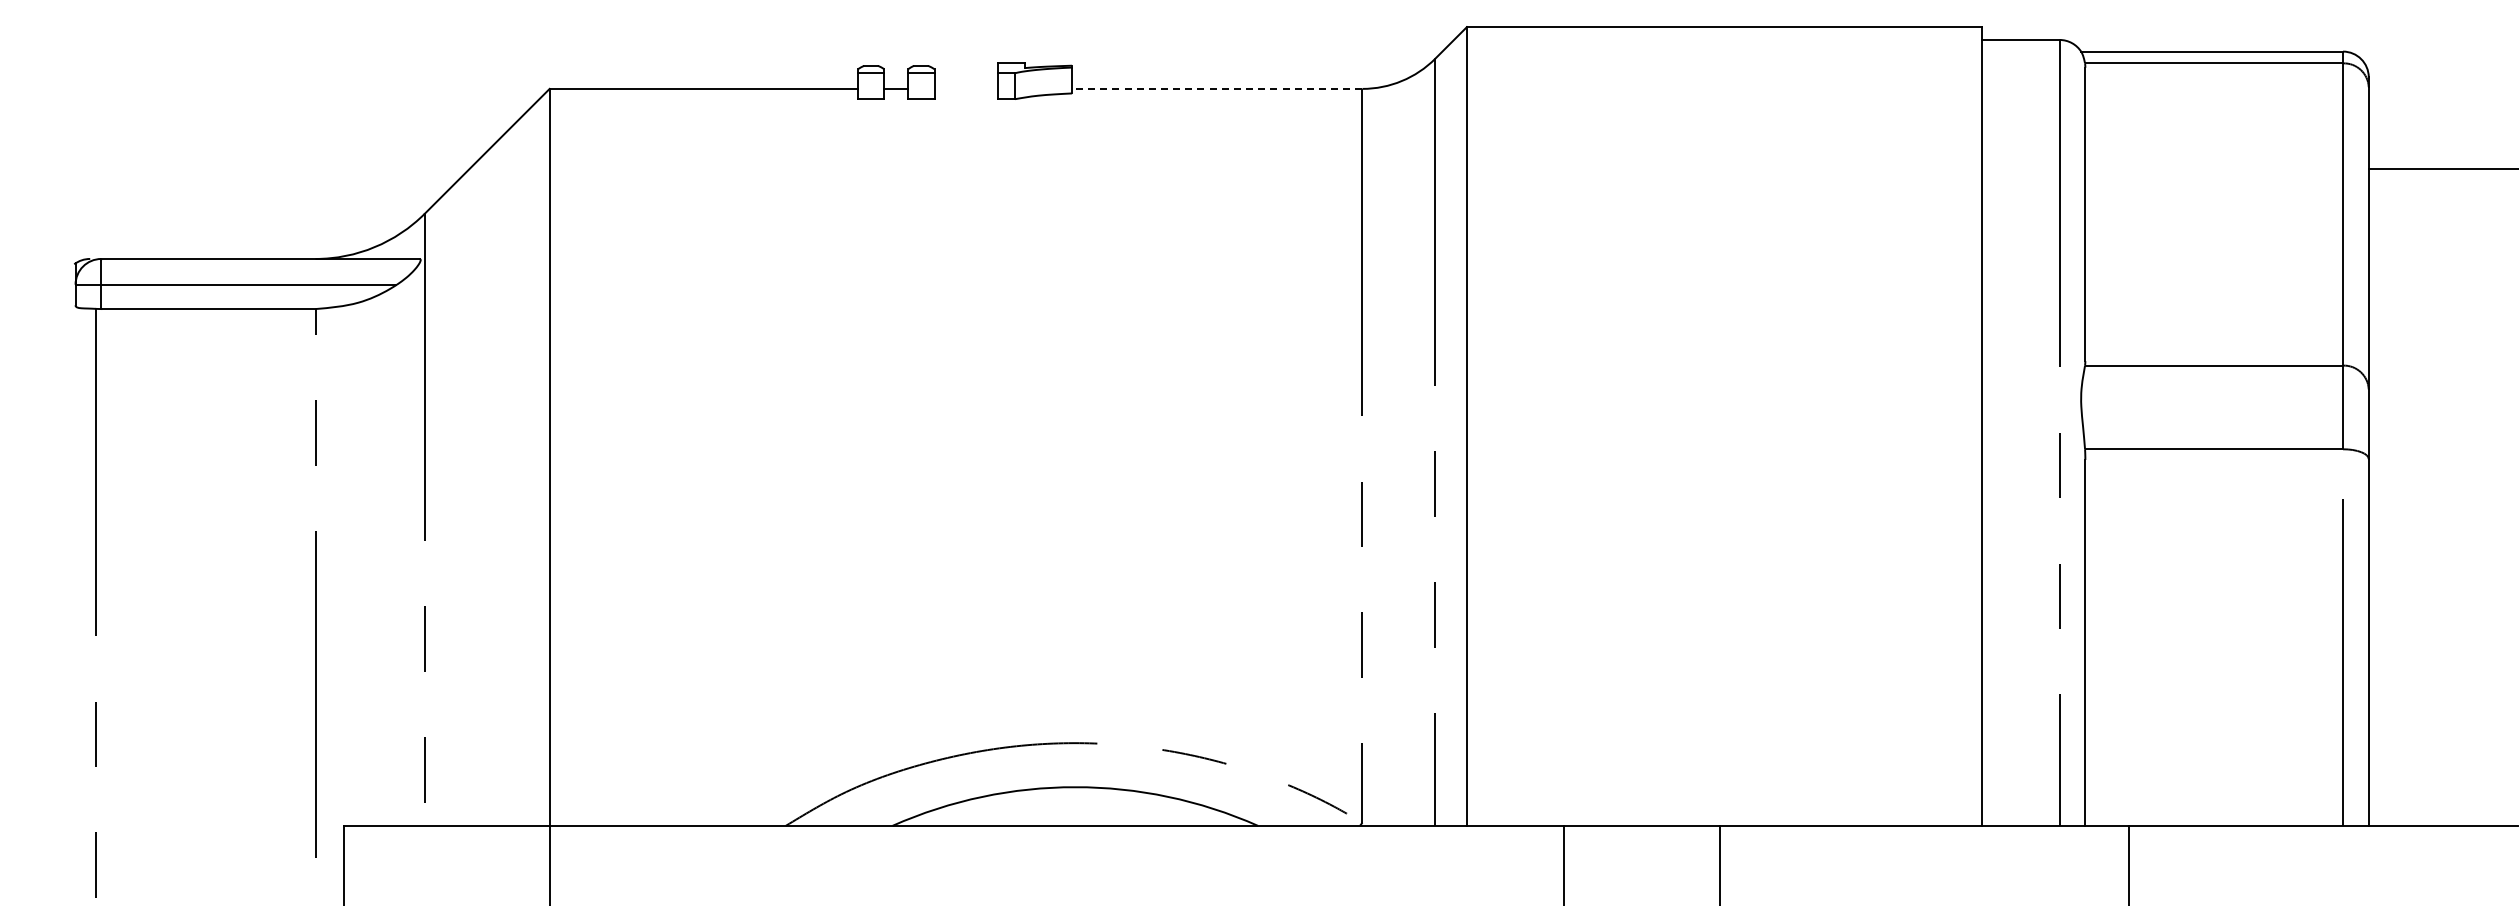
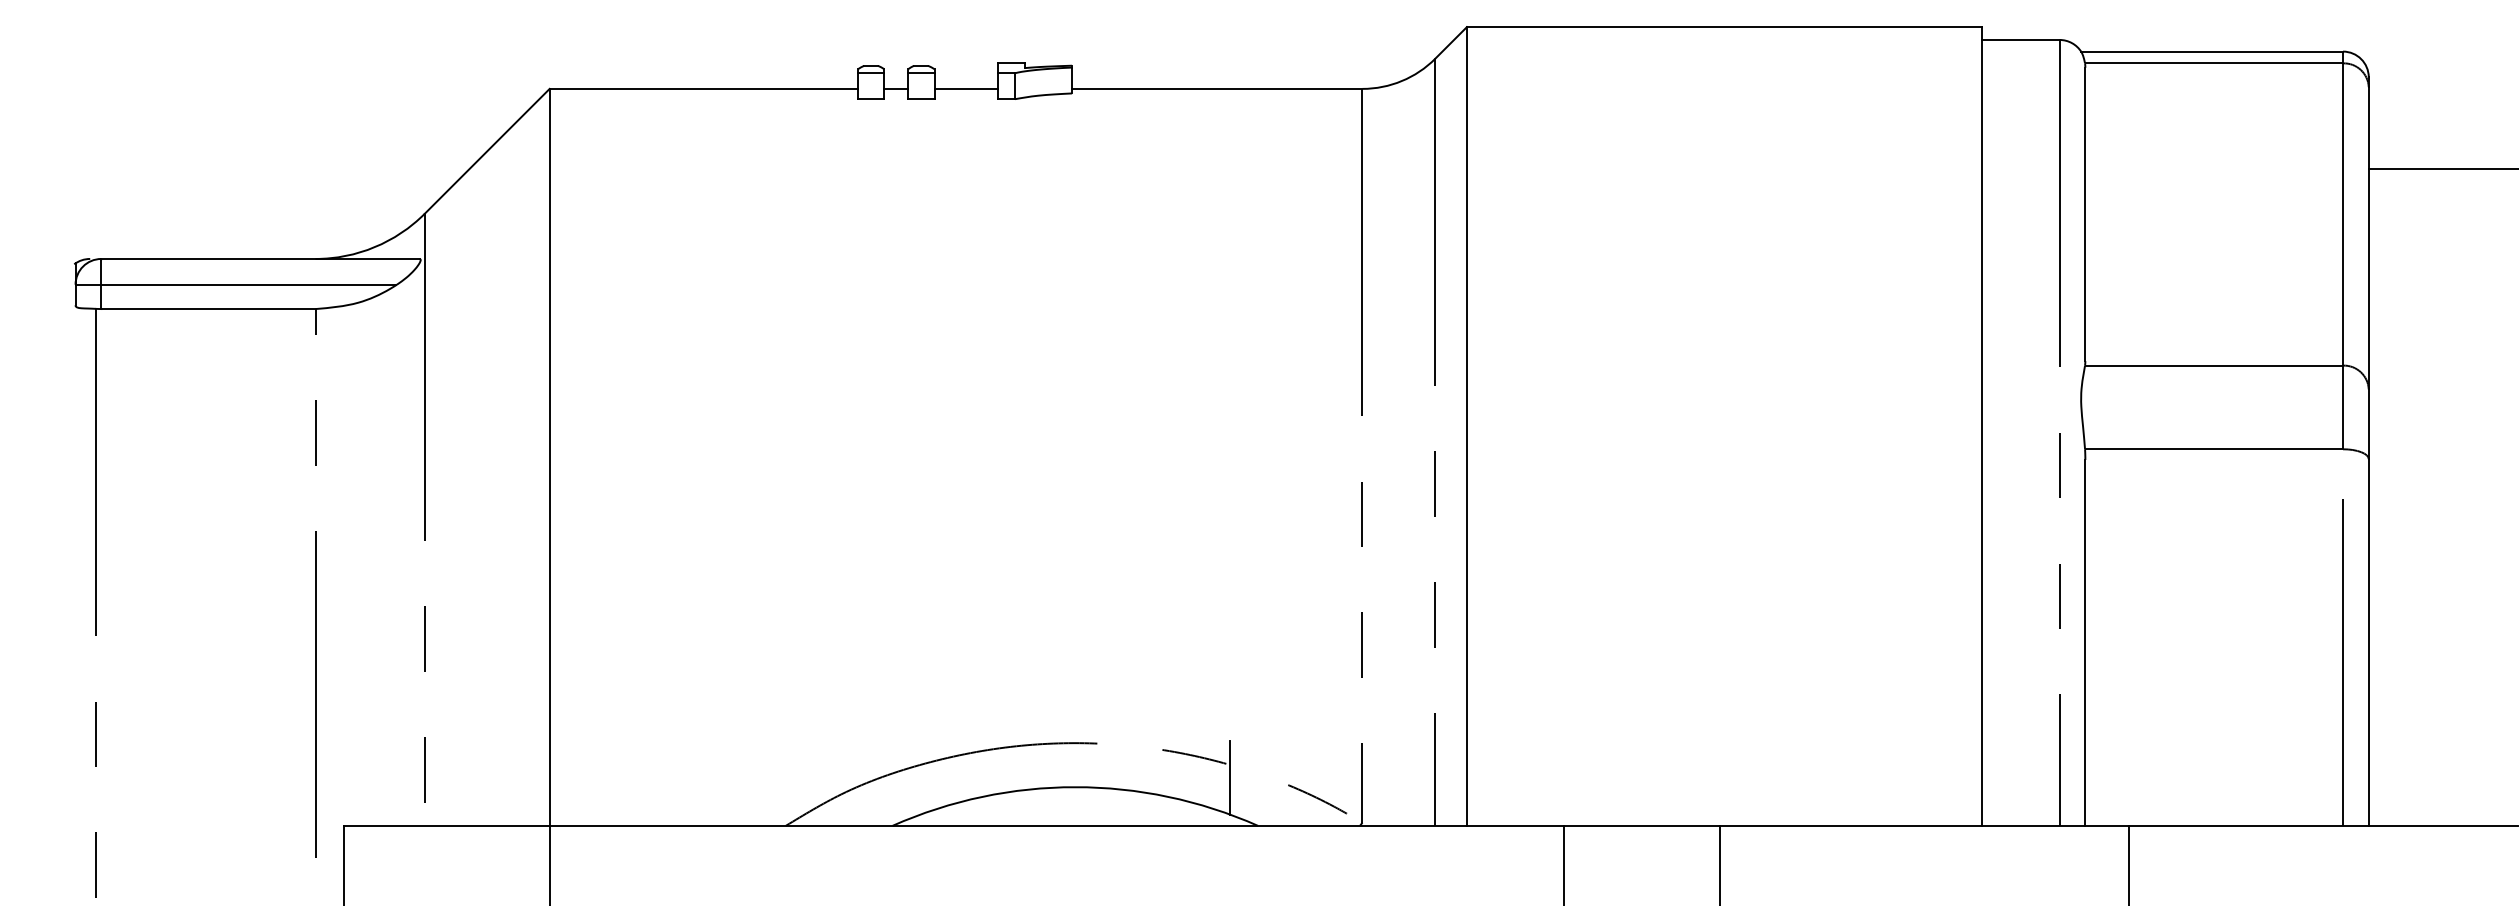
line at (966, 88): none -> present
line at (1216, 88): dashed -> solid
line at (1229, 777): none -> present
